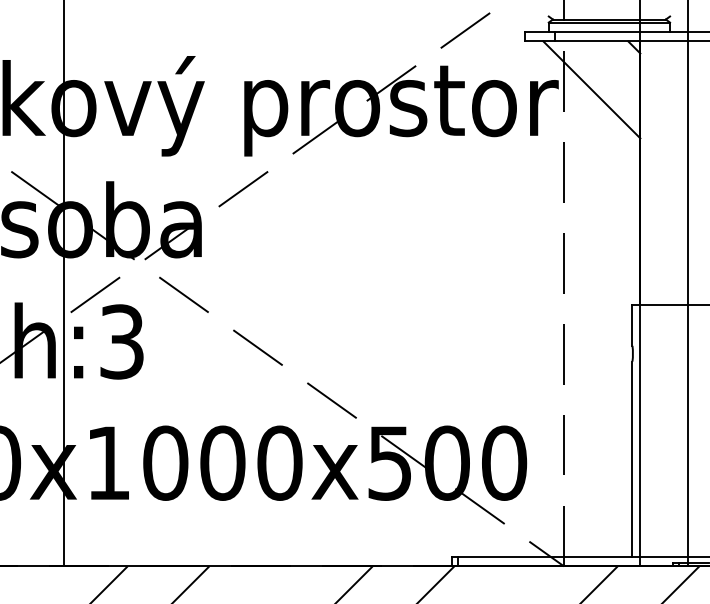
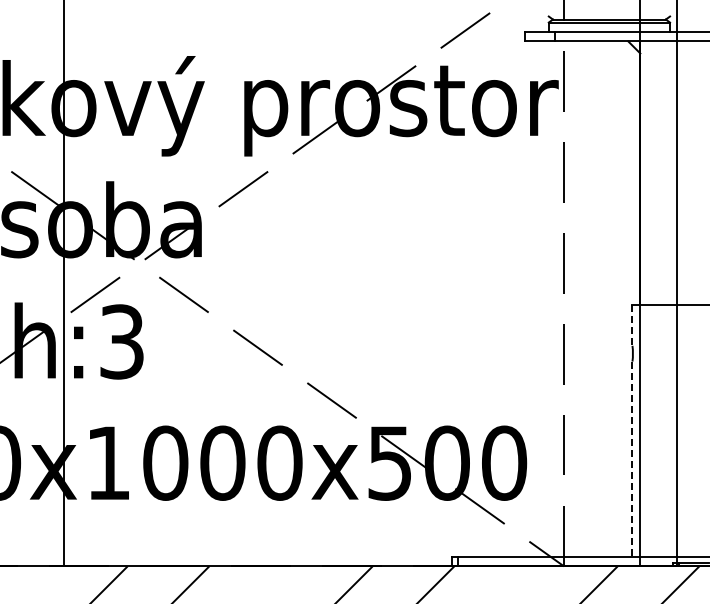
line at (591, 89): present -> none
line at (688, 284) position: (688, 284) -> (677, 284)
line at (632, 326): solid -> dashed
line at (632, 459): solid -> dashed
